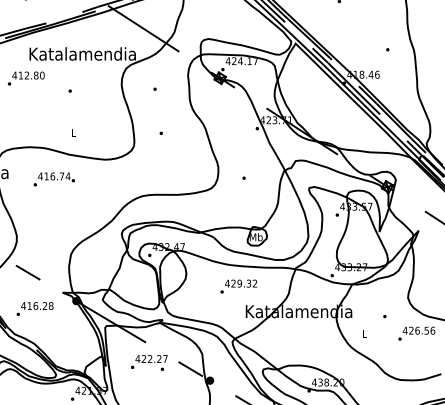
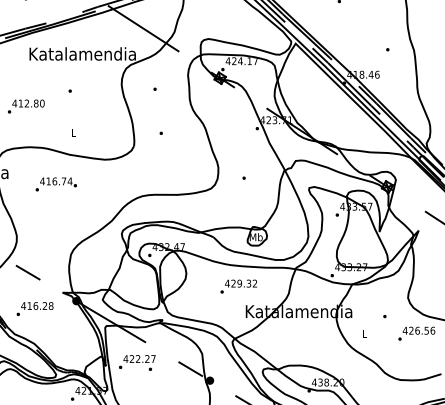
text at (26, 78) position: (26, 78) -> (26, 106)
text at (53, 179) position: (53, 179) -> (55, 184)
text at (149, 362) position: (149, 362) -> (137, 362)
